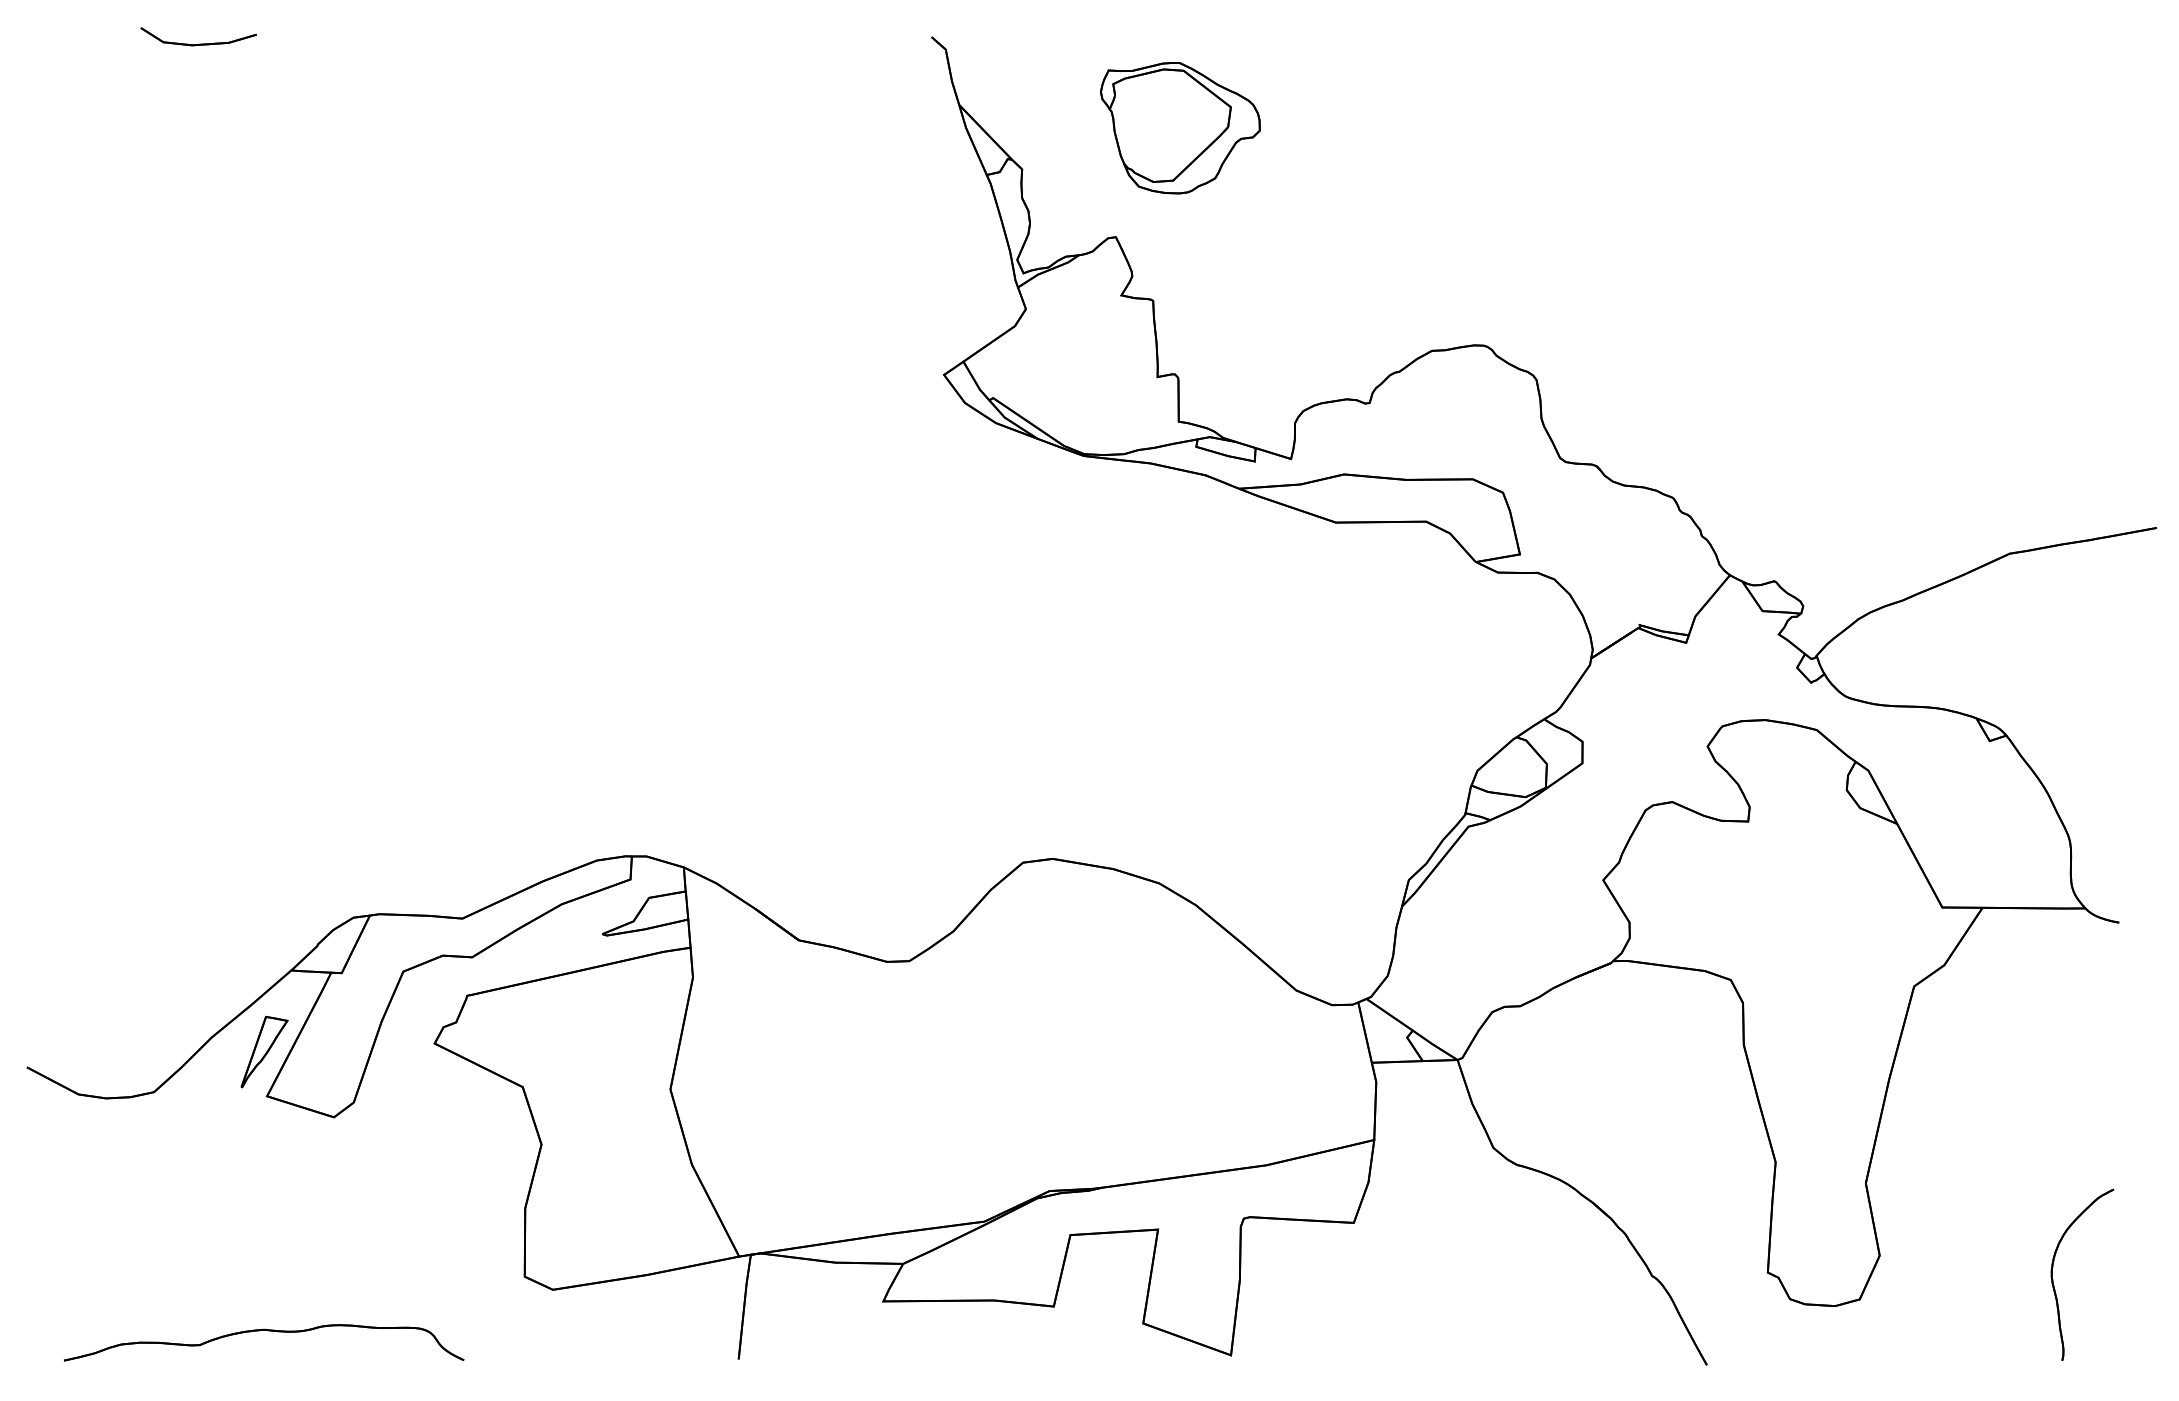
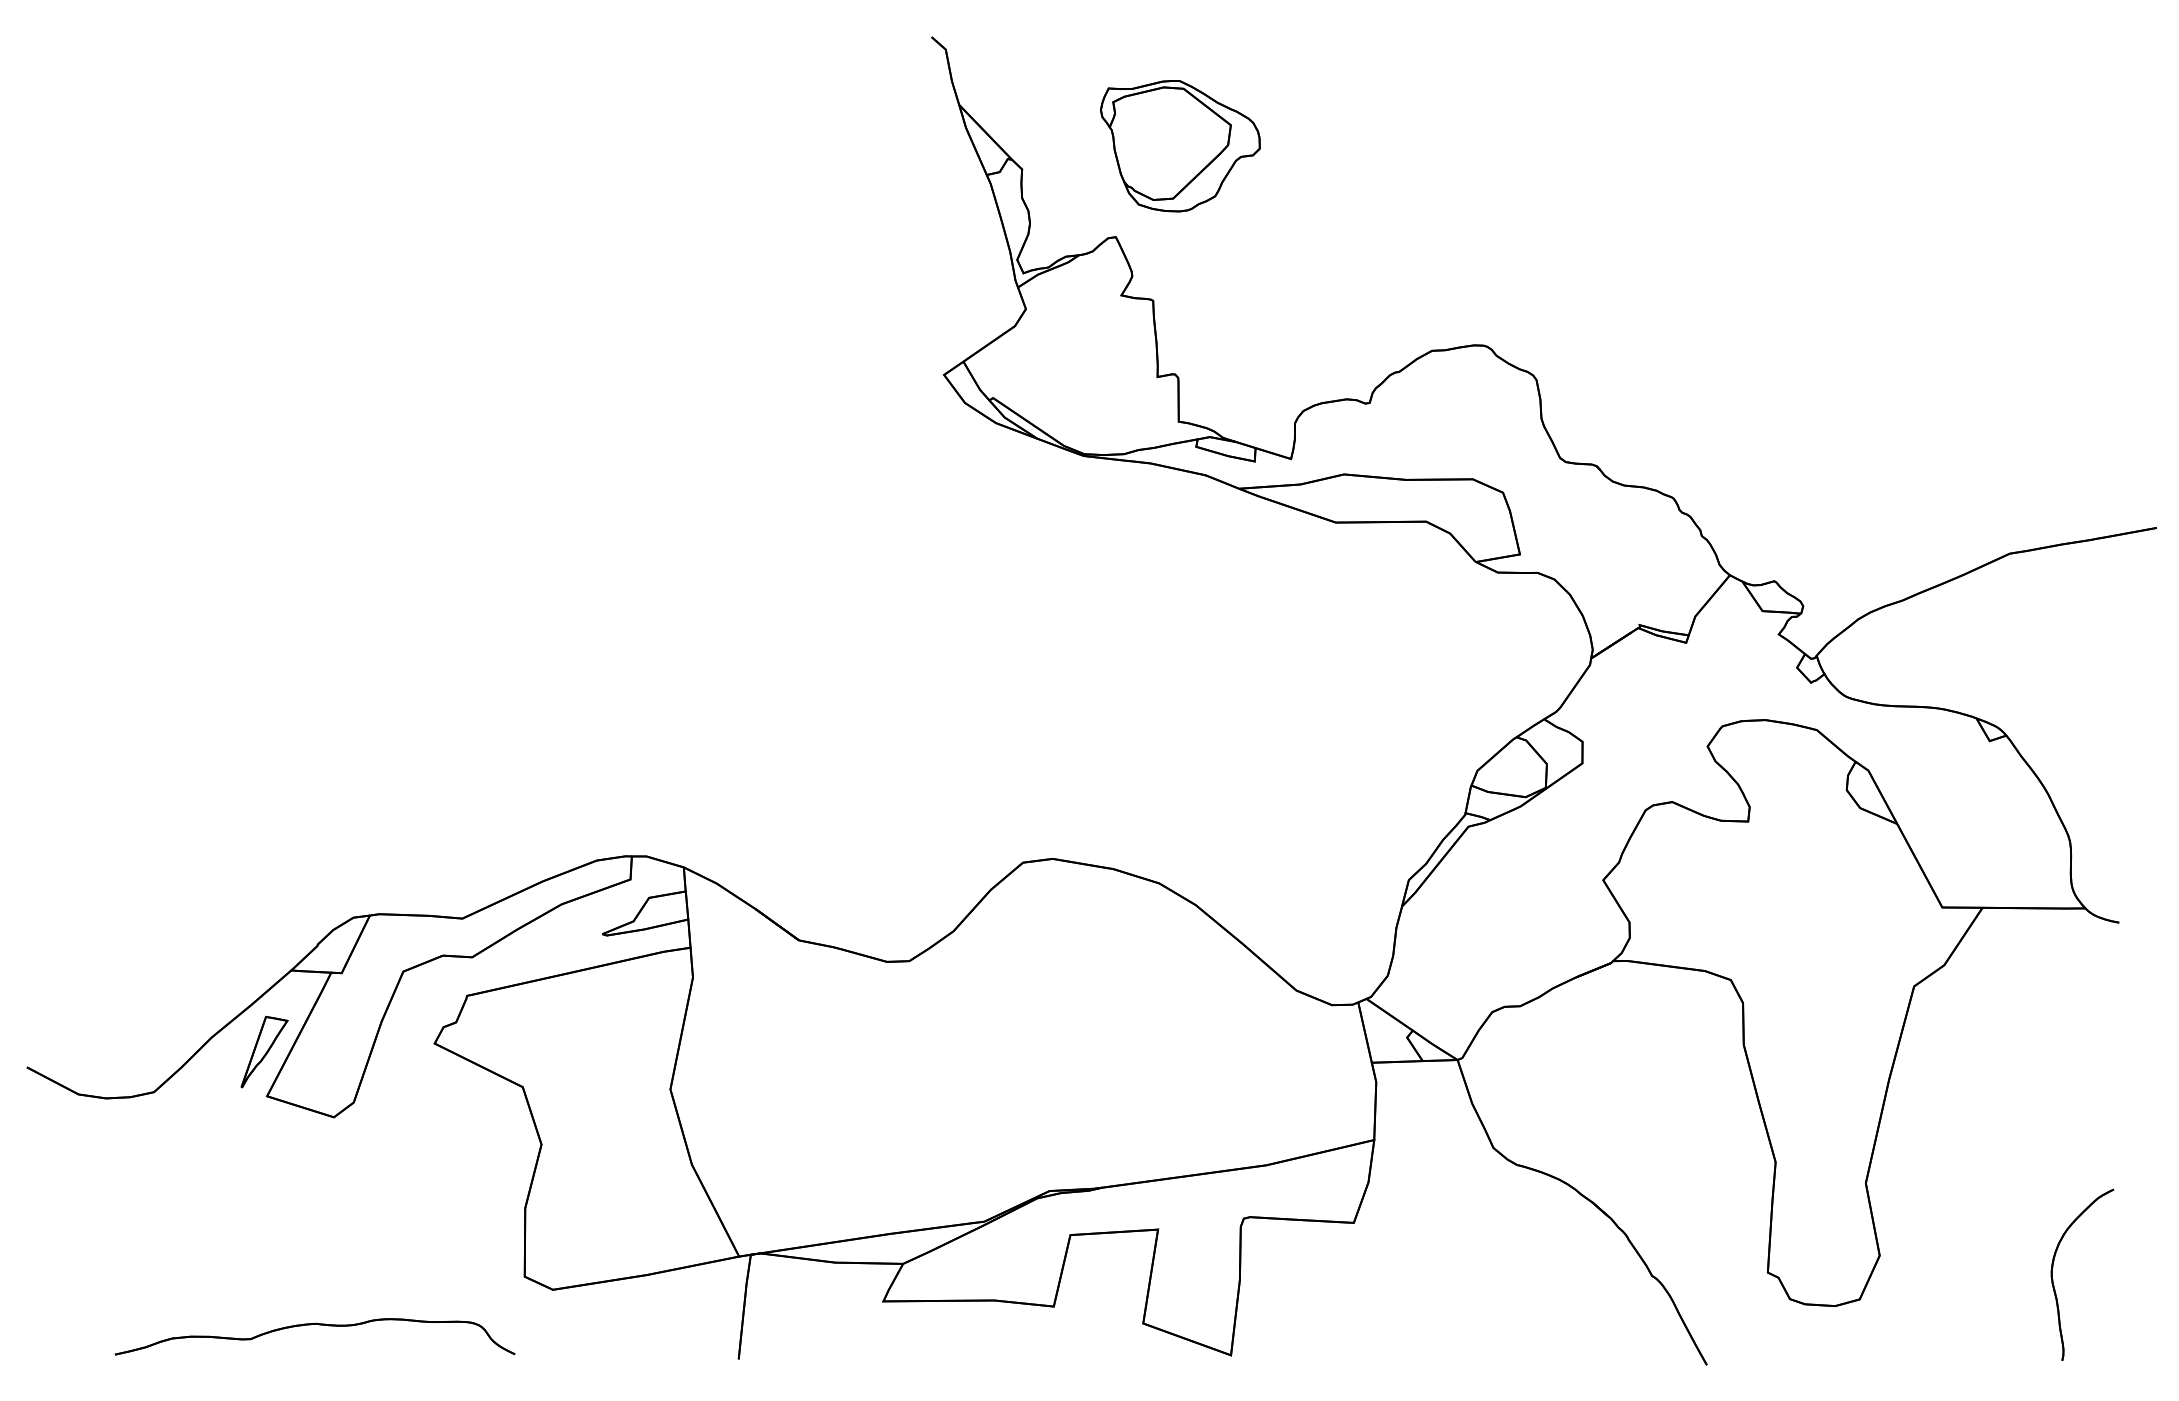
part at (199, 43): present -> none
part at (1180, 128) position: (1180, 128) -> (1180, 146)
part at (268, 1331) position: (268, 1331) -> (319, 1325)
